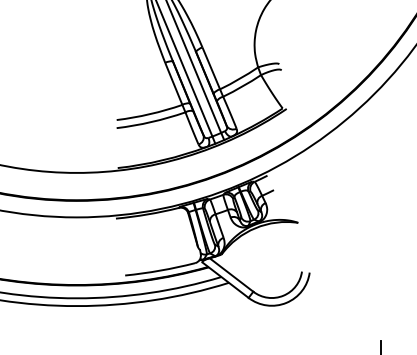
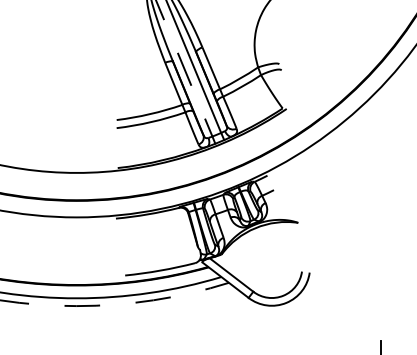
line at (184, 68): solid -> dashed
arc at (115, 304): solid -> dashed
